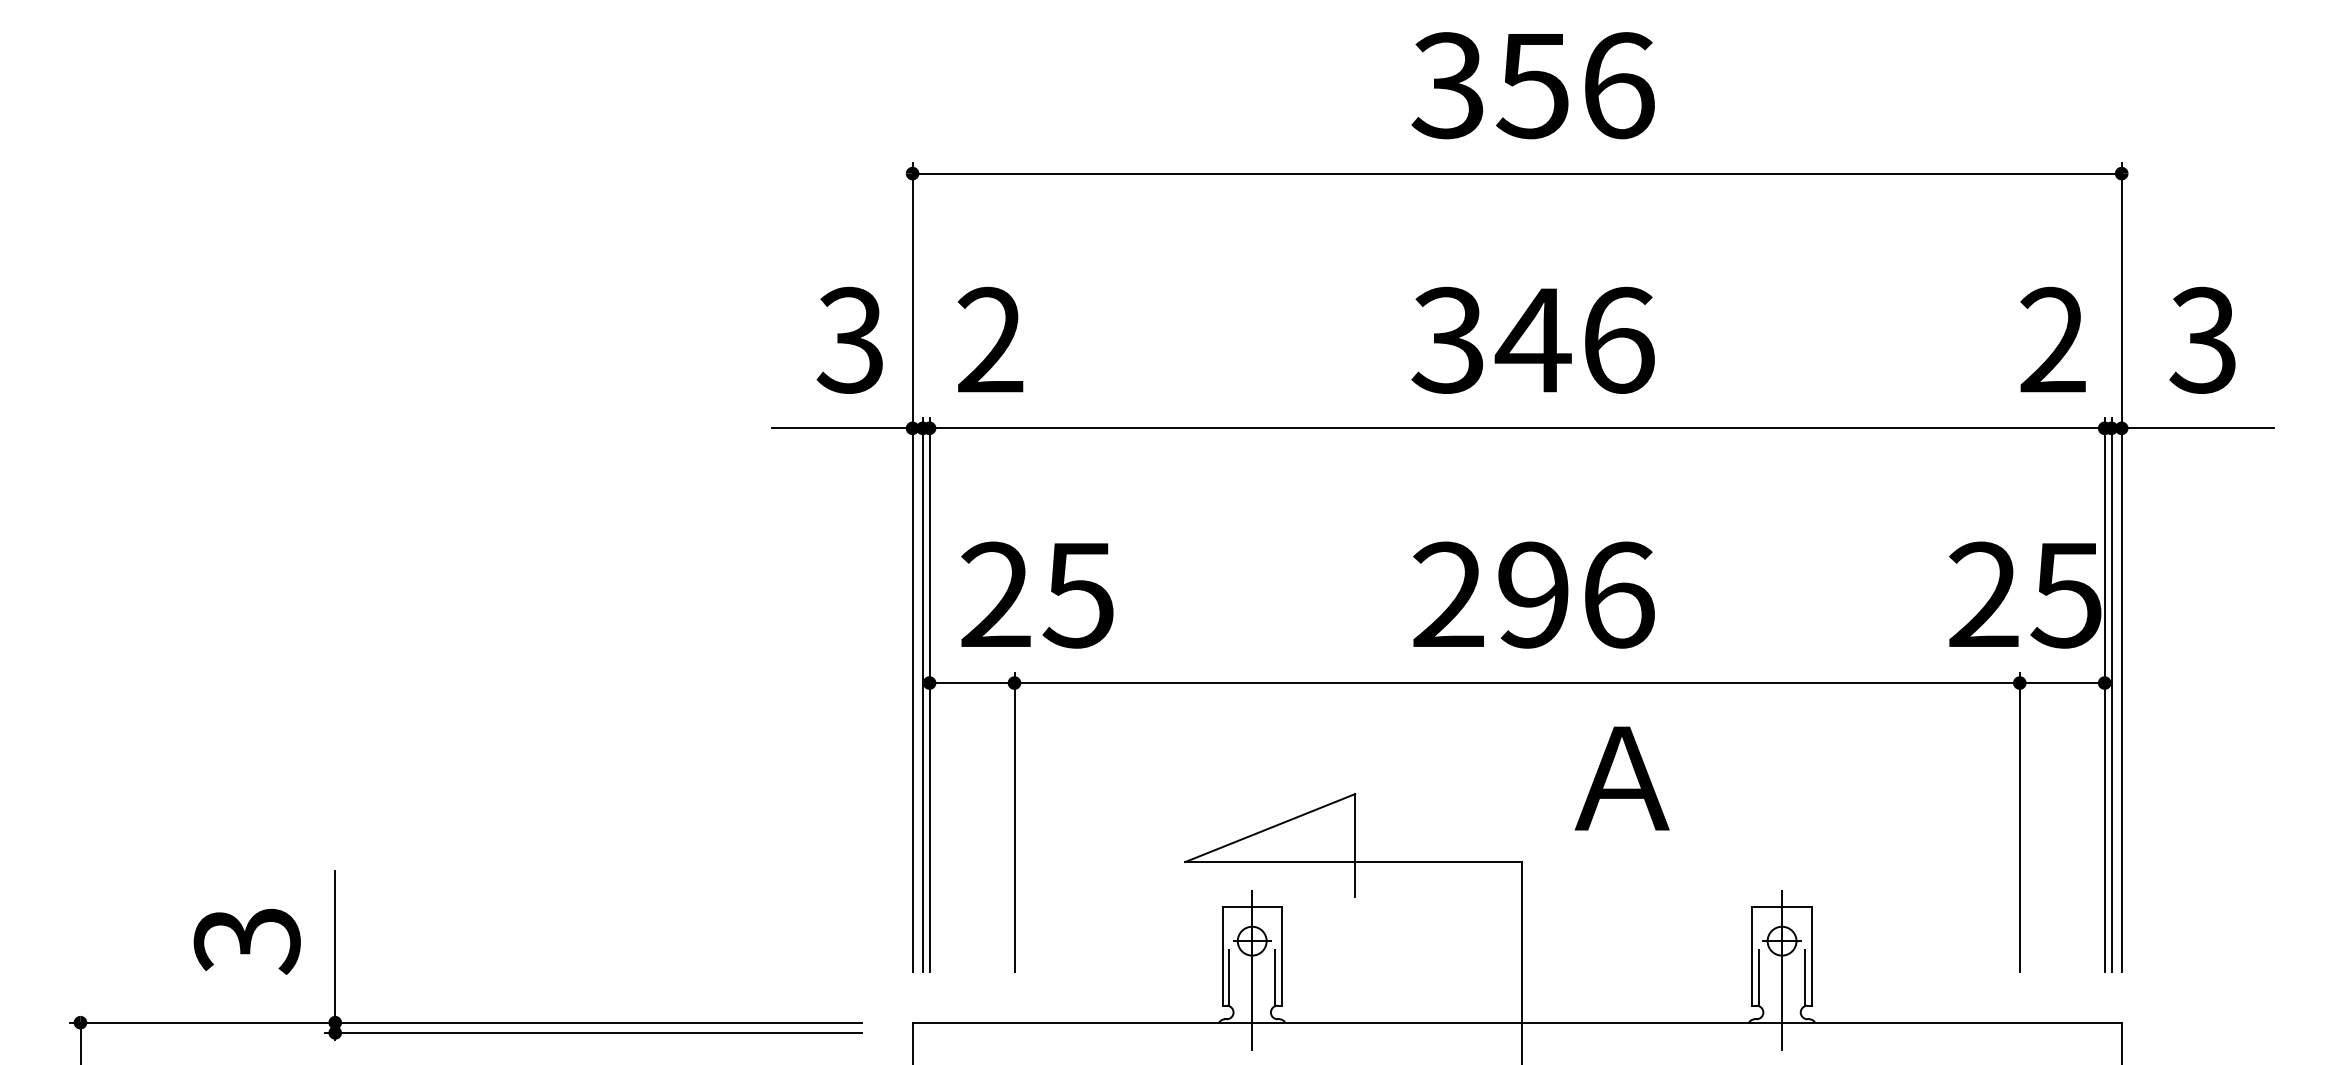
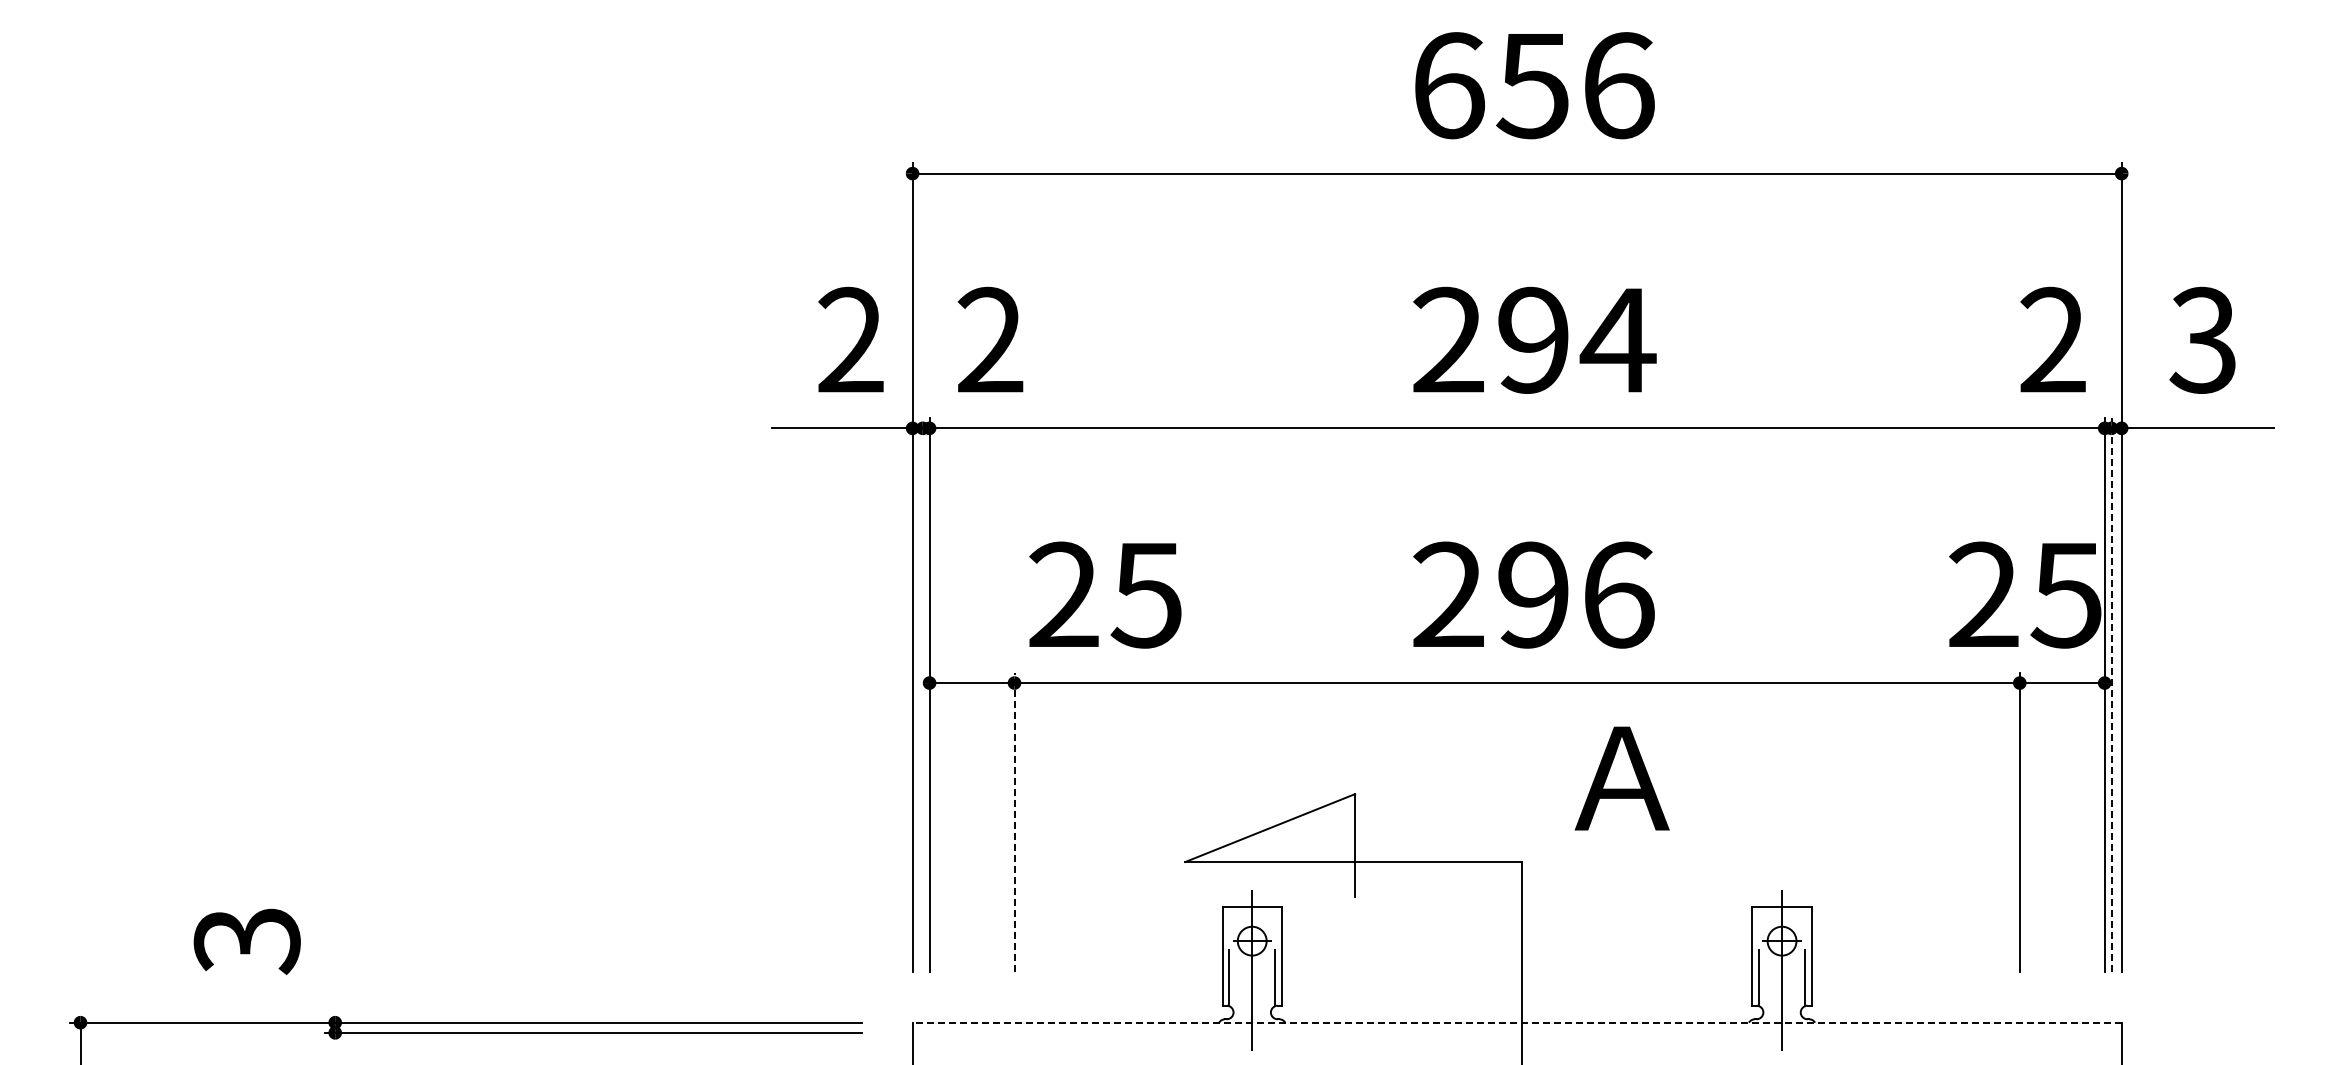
text at (1448, 85): 356 -> 656
text at (1533, 339): 346 -> 294
text at (849, 340): 3 -> 2
text at (1037, 594) position: (1037, 594) -> (1105, 594)
line at (922, 694): present -> none
line at (2111, 694): solid -> dashed
line at (1014, 821): solid -> dashed
line at (335, 954): present -> none
line at (1517, 1022): solid -> dashed
